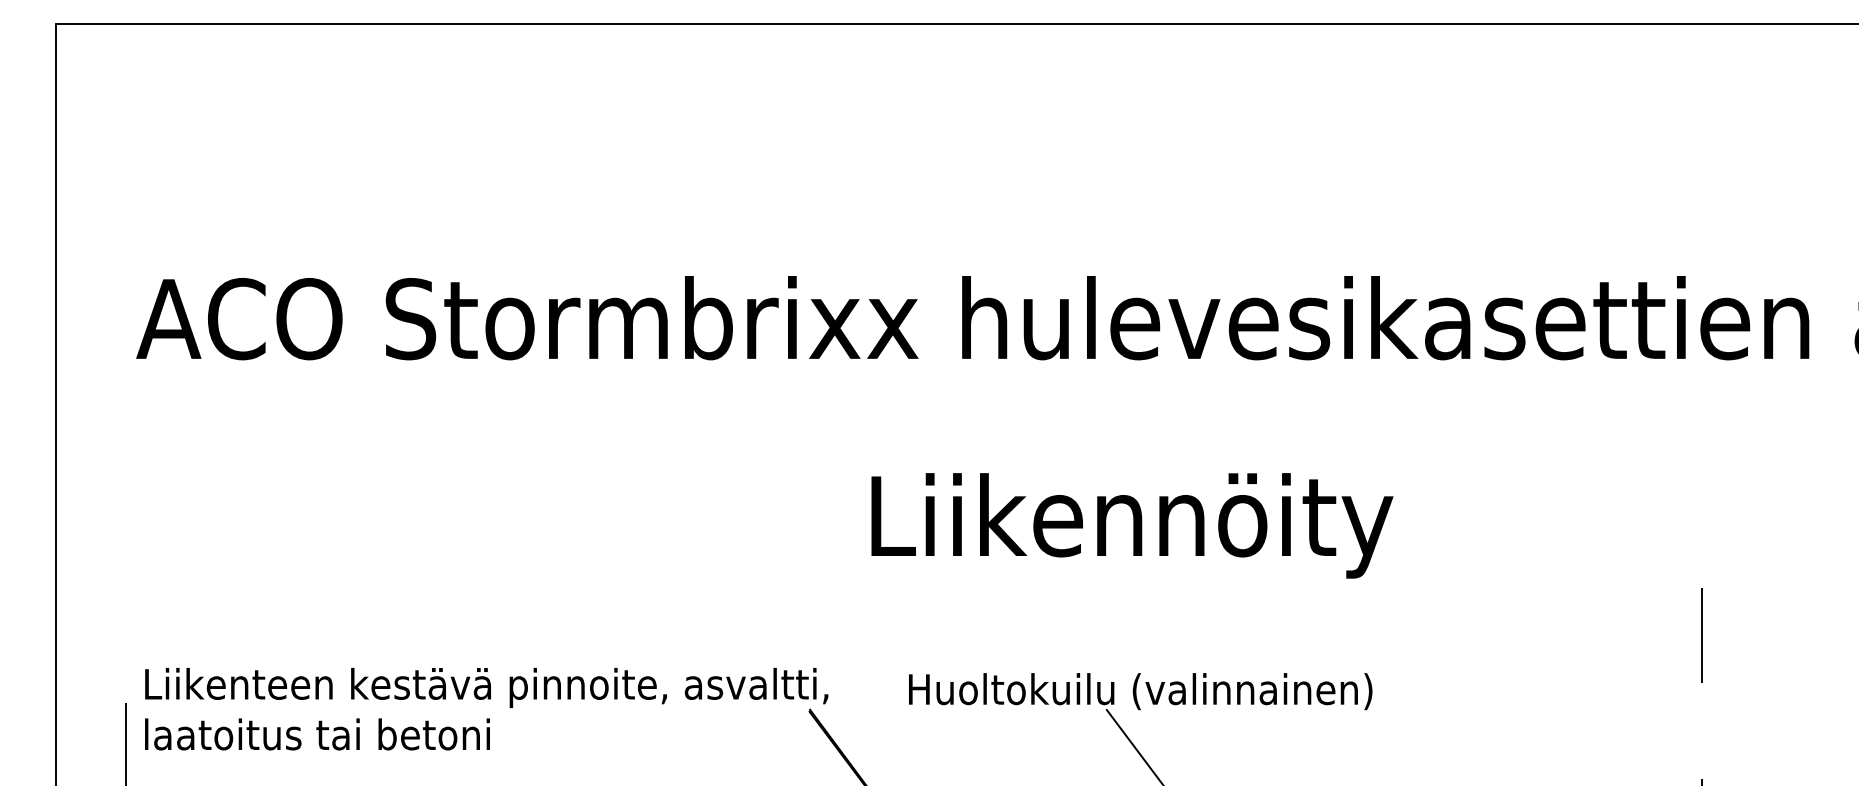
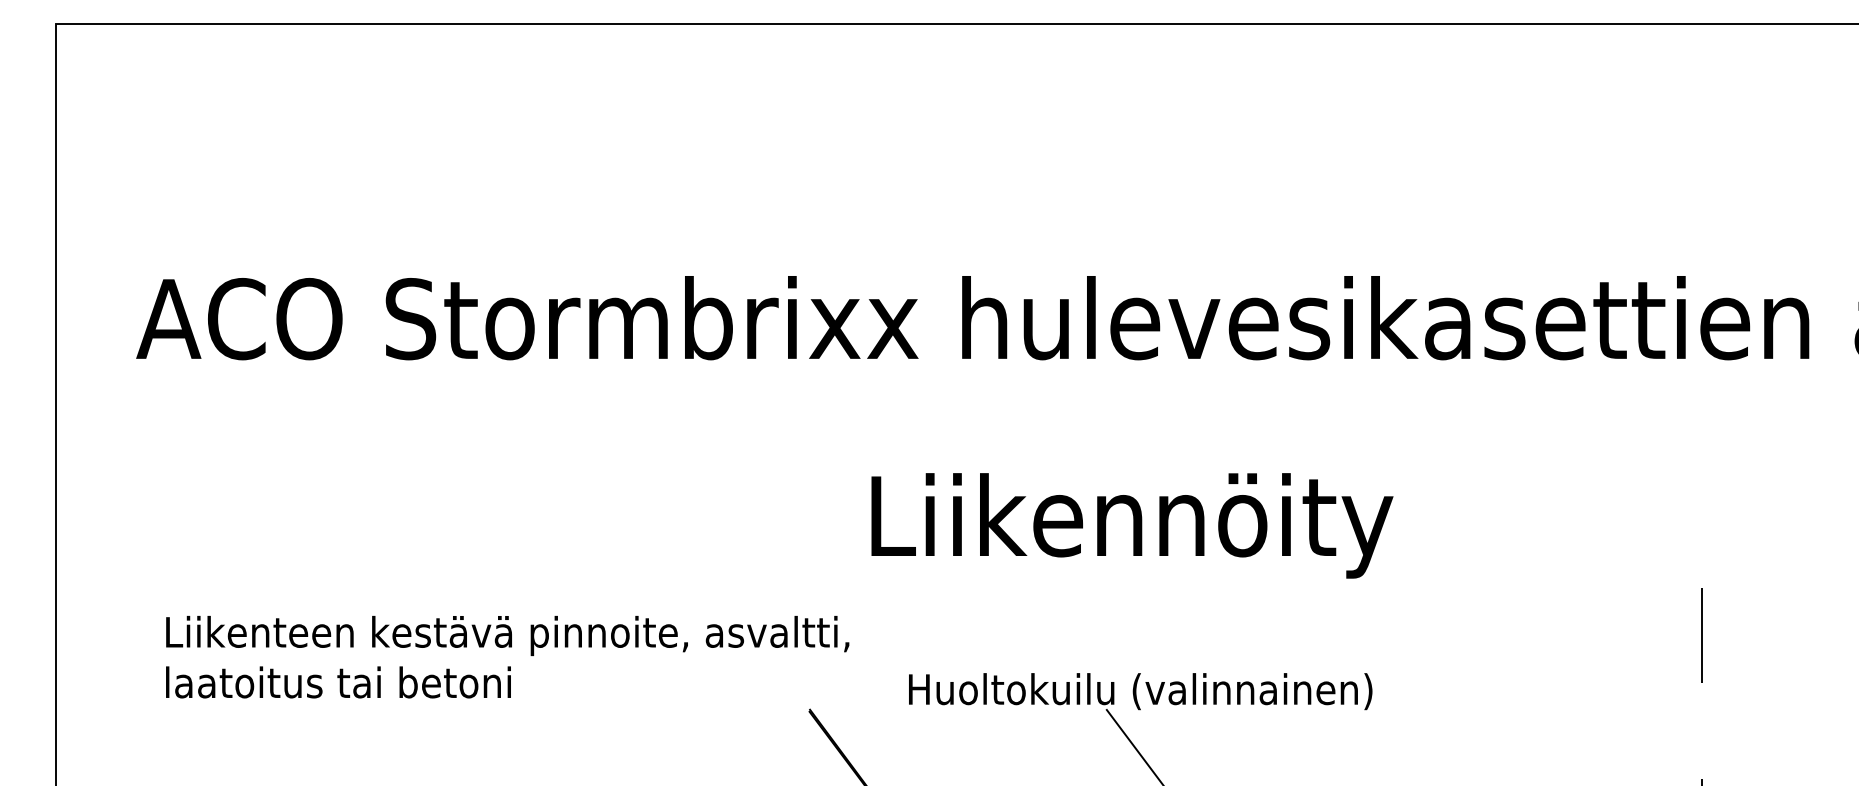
text at (486, 709) position: (486, 709) -> (507, 657)
line at (125, 742): present -> none
